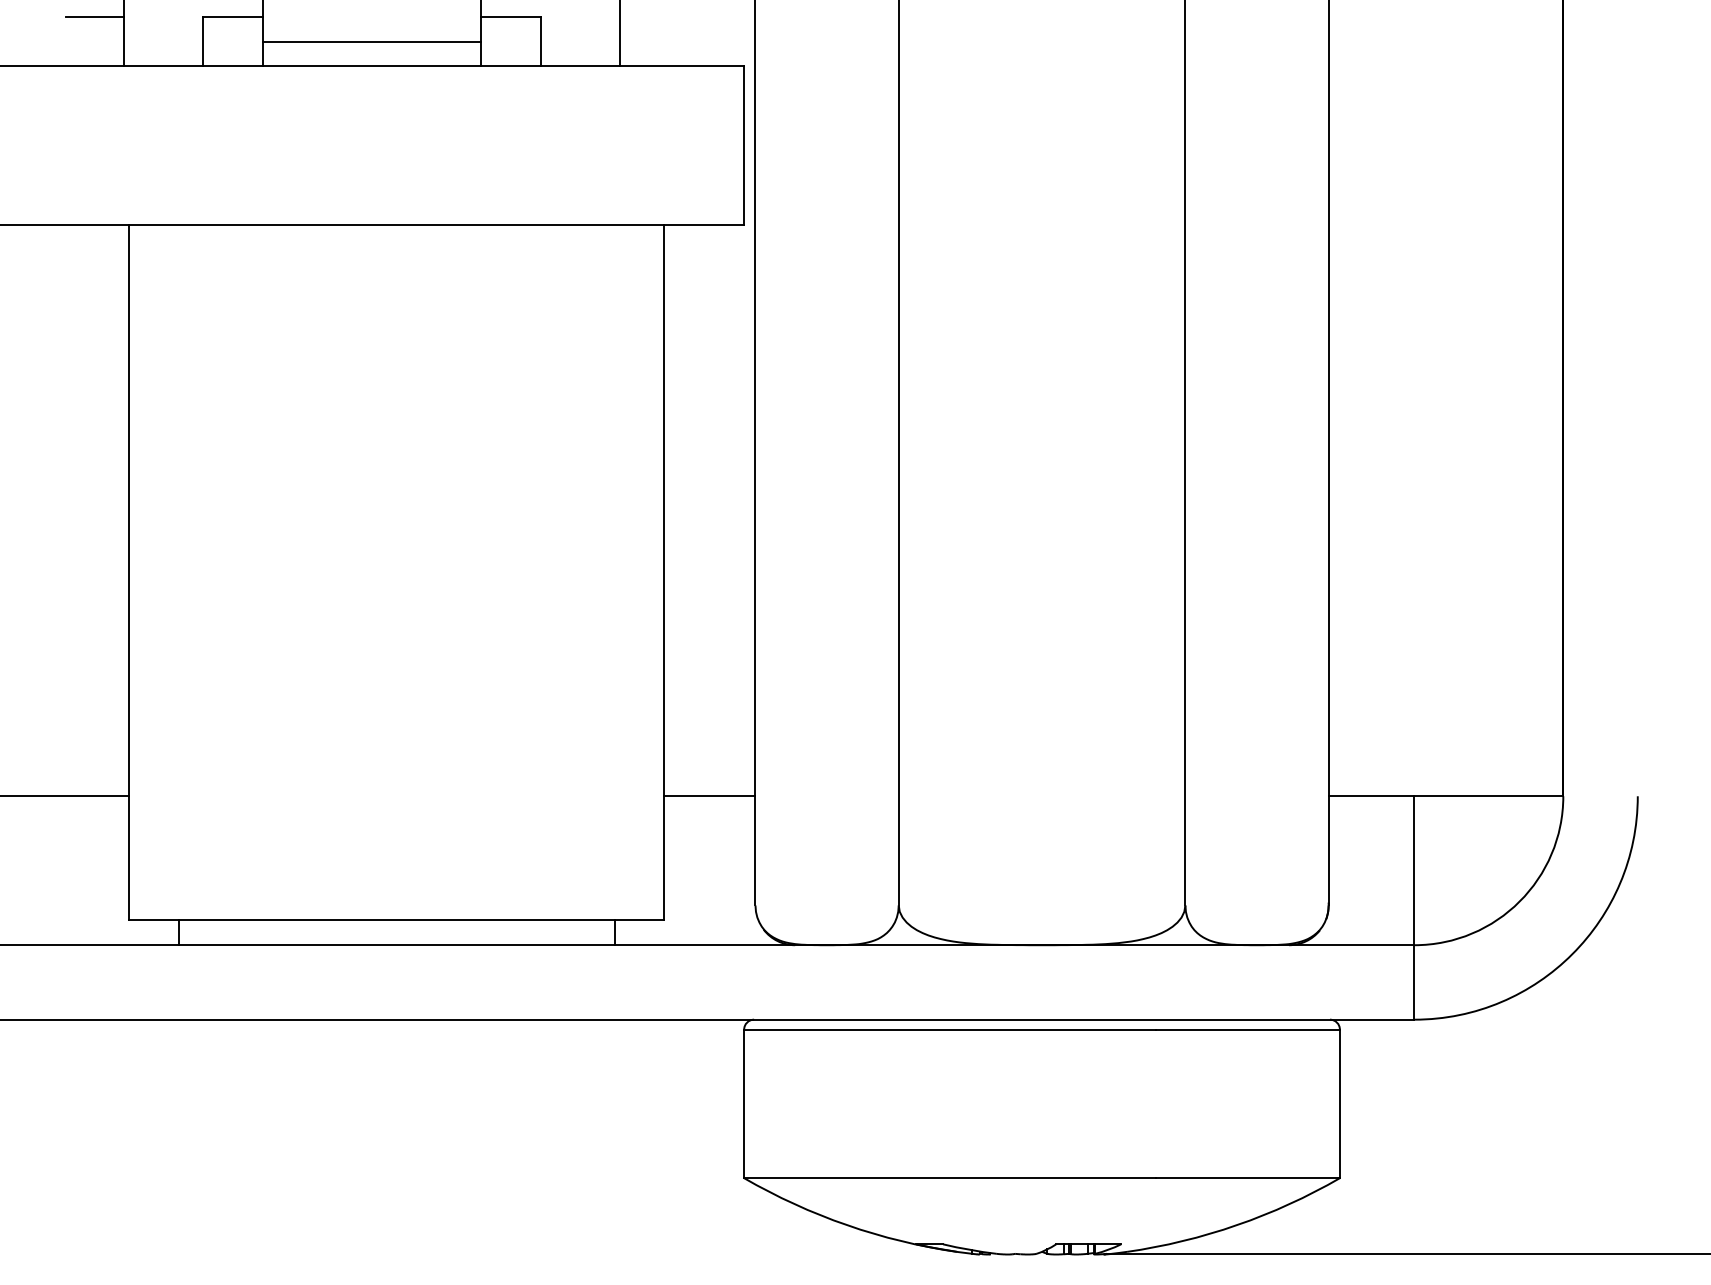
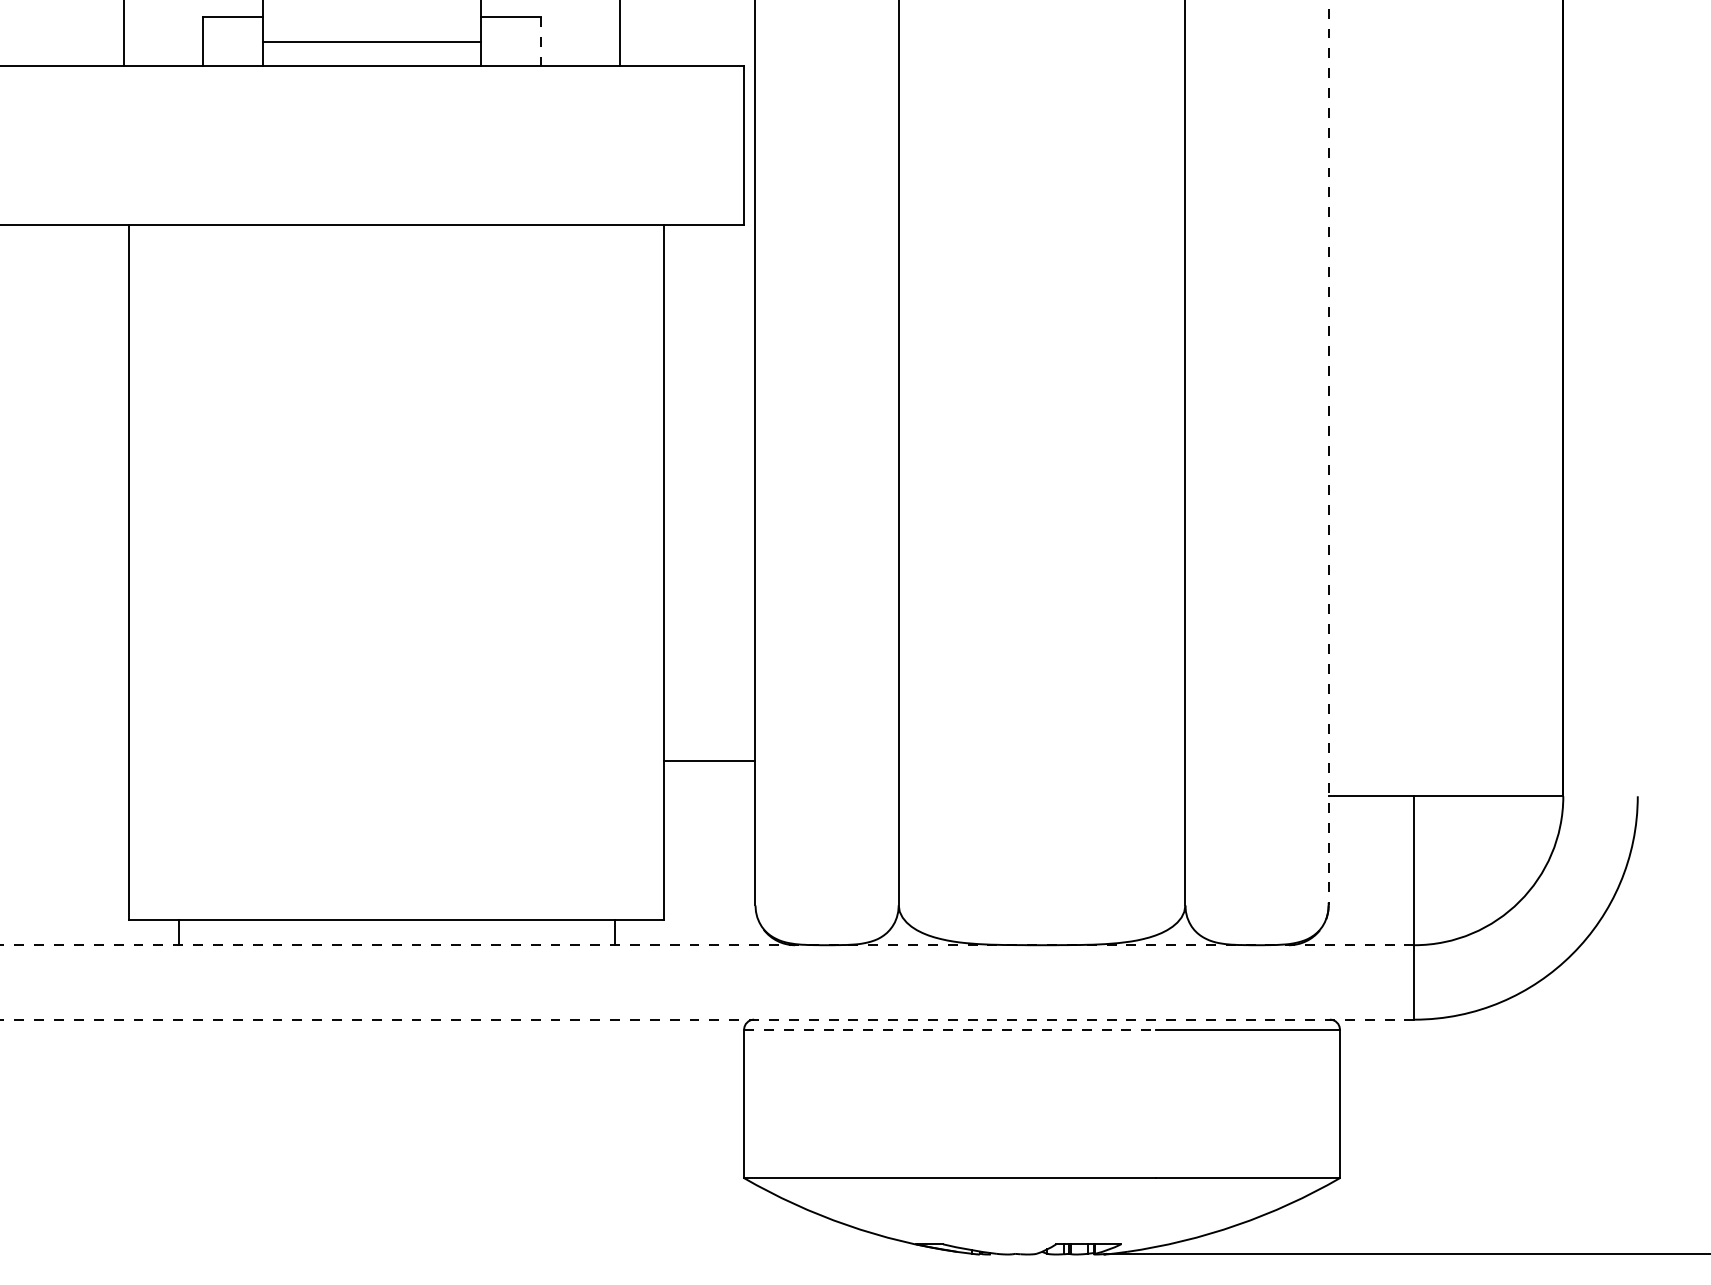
line at (94, 16): present -> none
line at (540, 41): solid -> dashed
line at (1328, 453): solid -> dashed
line at (65, 796): present -> none
line at (709, 796) position: (709, 796) -> (709, 761)
line at (708, 945): solid -> dashed
line at (708, 1019): solid -> dashed
line at (950, 1029): solid -> dashed
